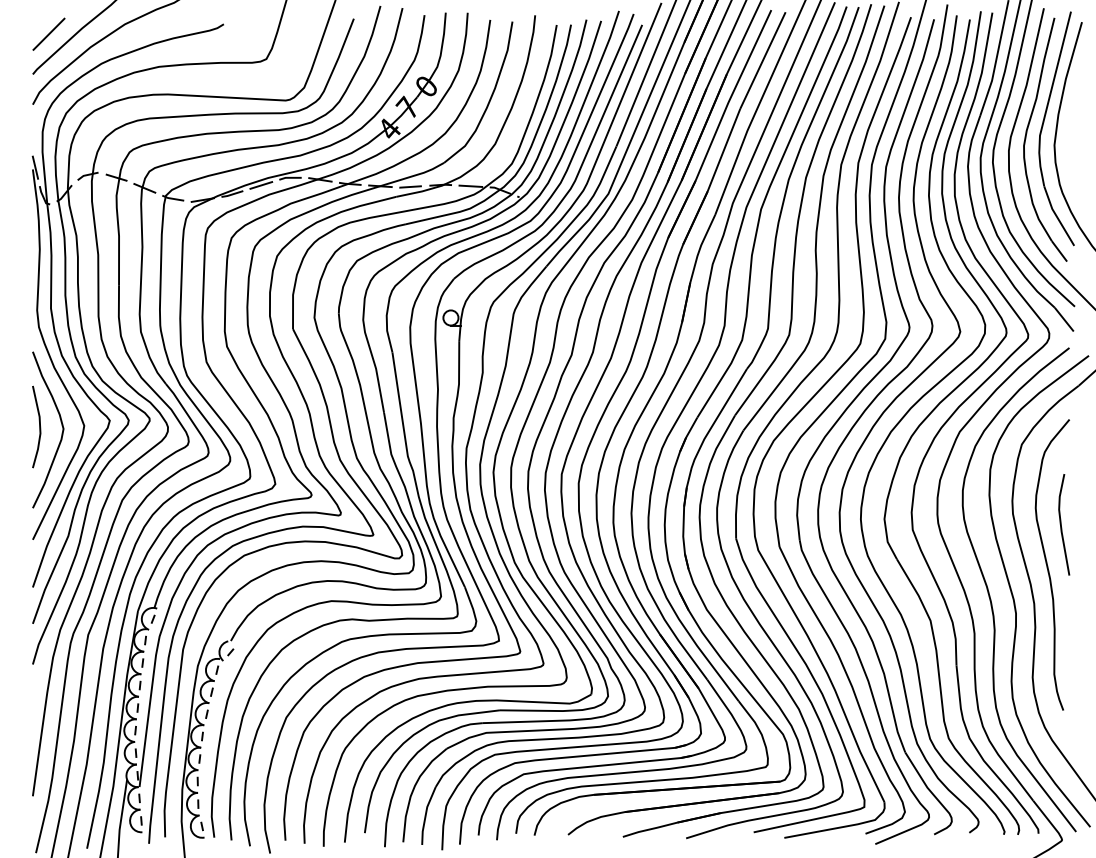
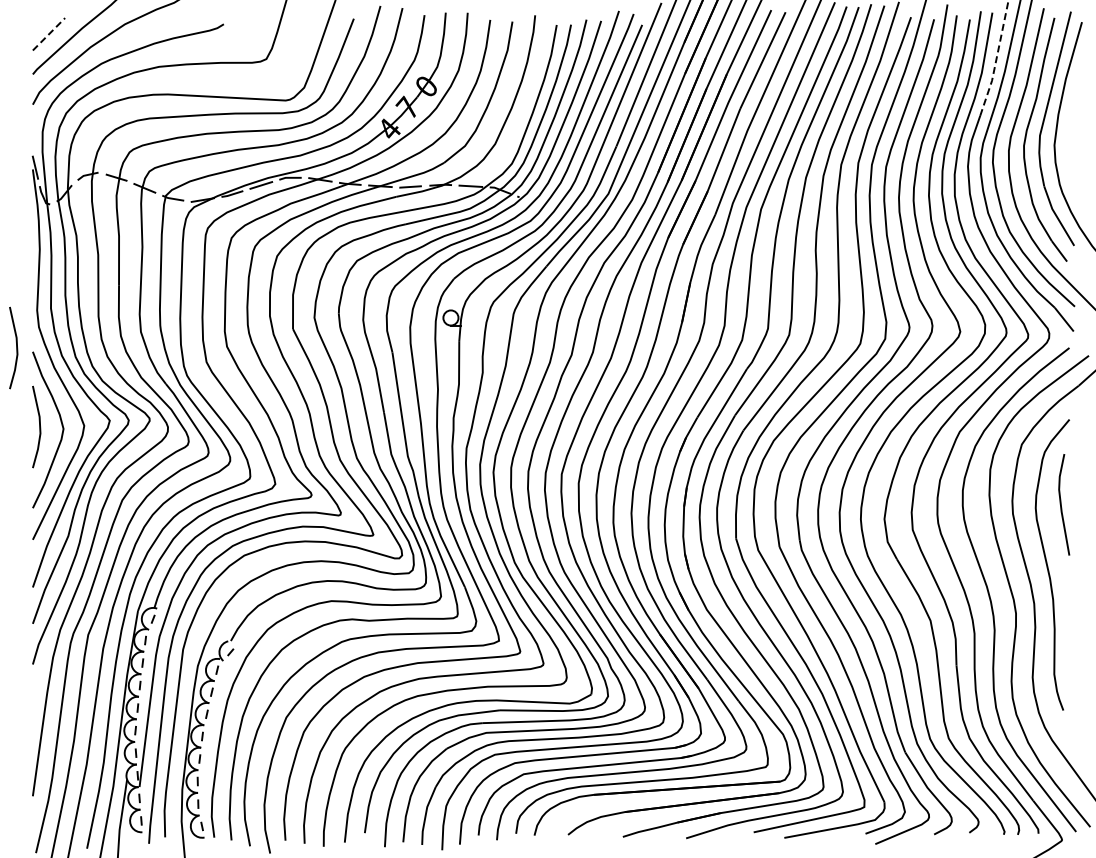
line at (49, 34): solid -> dashed
line at (996, 58): solid -> dashed
line at (16, 347): none -> present
line at (1061, 524) position: (1061, 524) -> (1061, 504)
